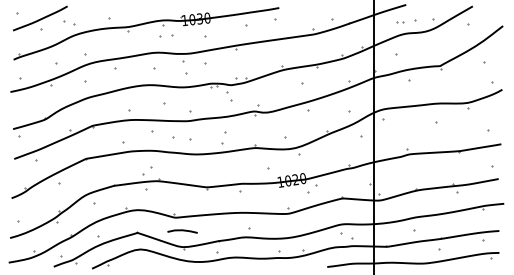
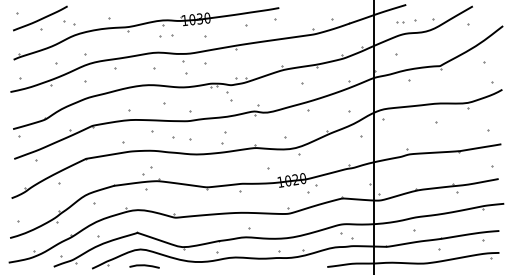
line at (182, 231) position: (182, 231) -> (144, 266)
